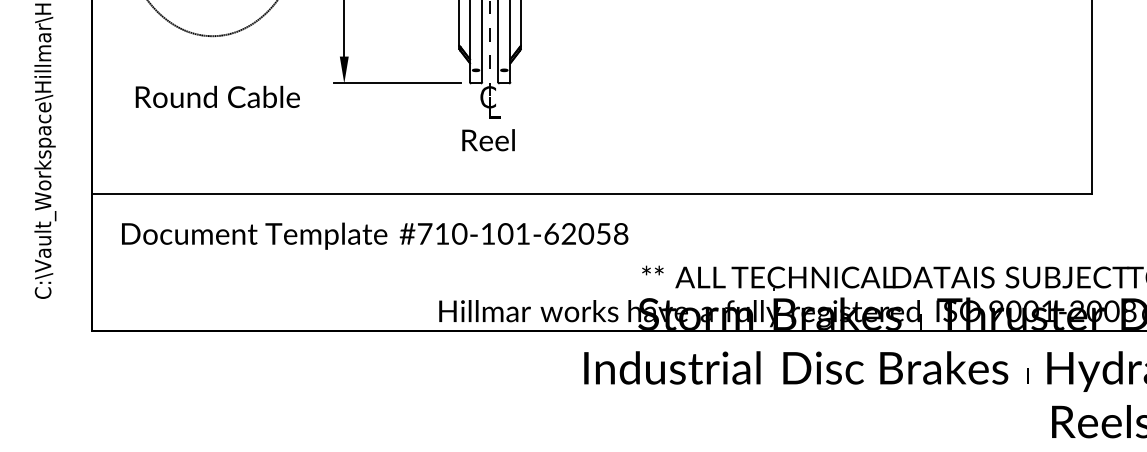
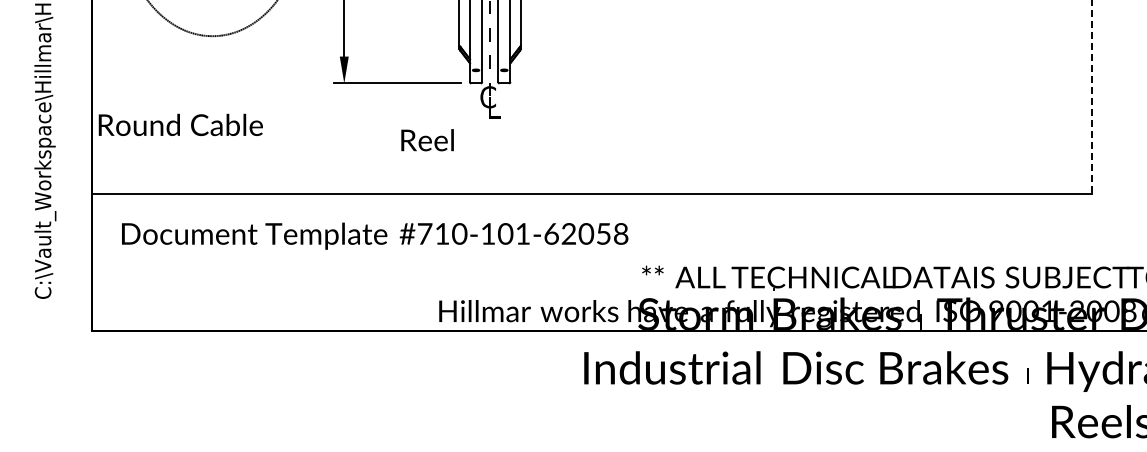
text at (217, 96) position: (217, 96) -> (180, 124)
line at (1091, 97): solid -> dashed
text at (488, 140) position: (488, 140) -> (427, 140)
